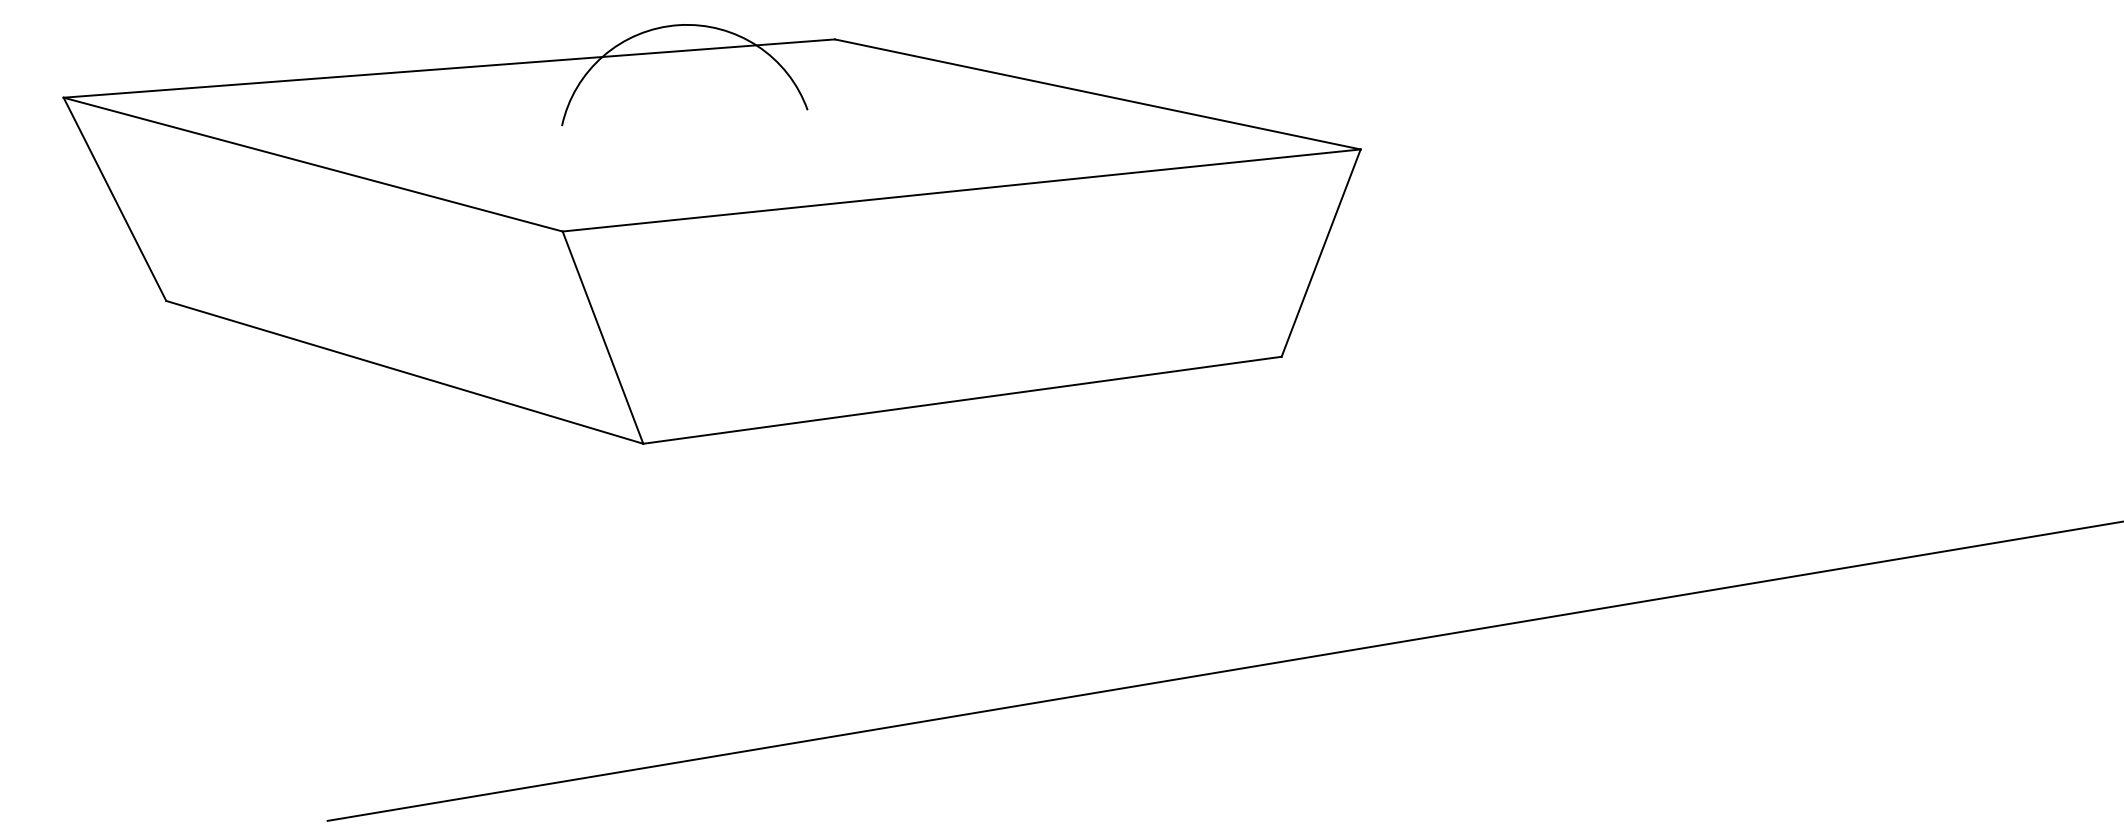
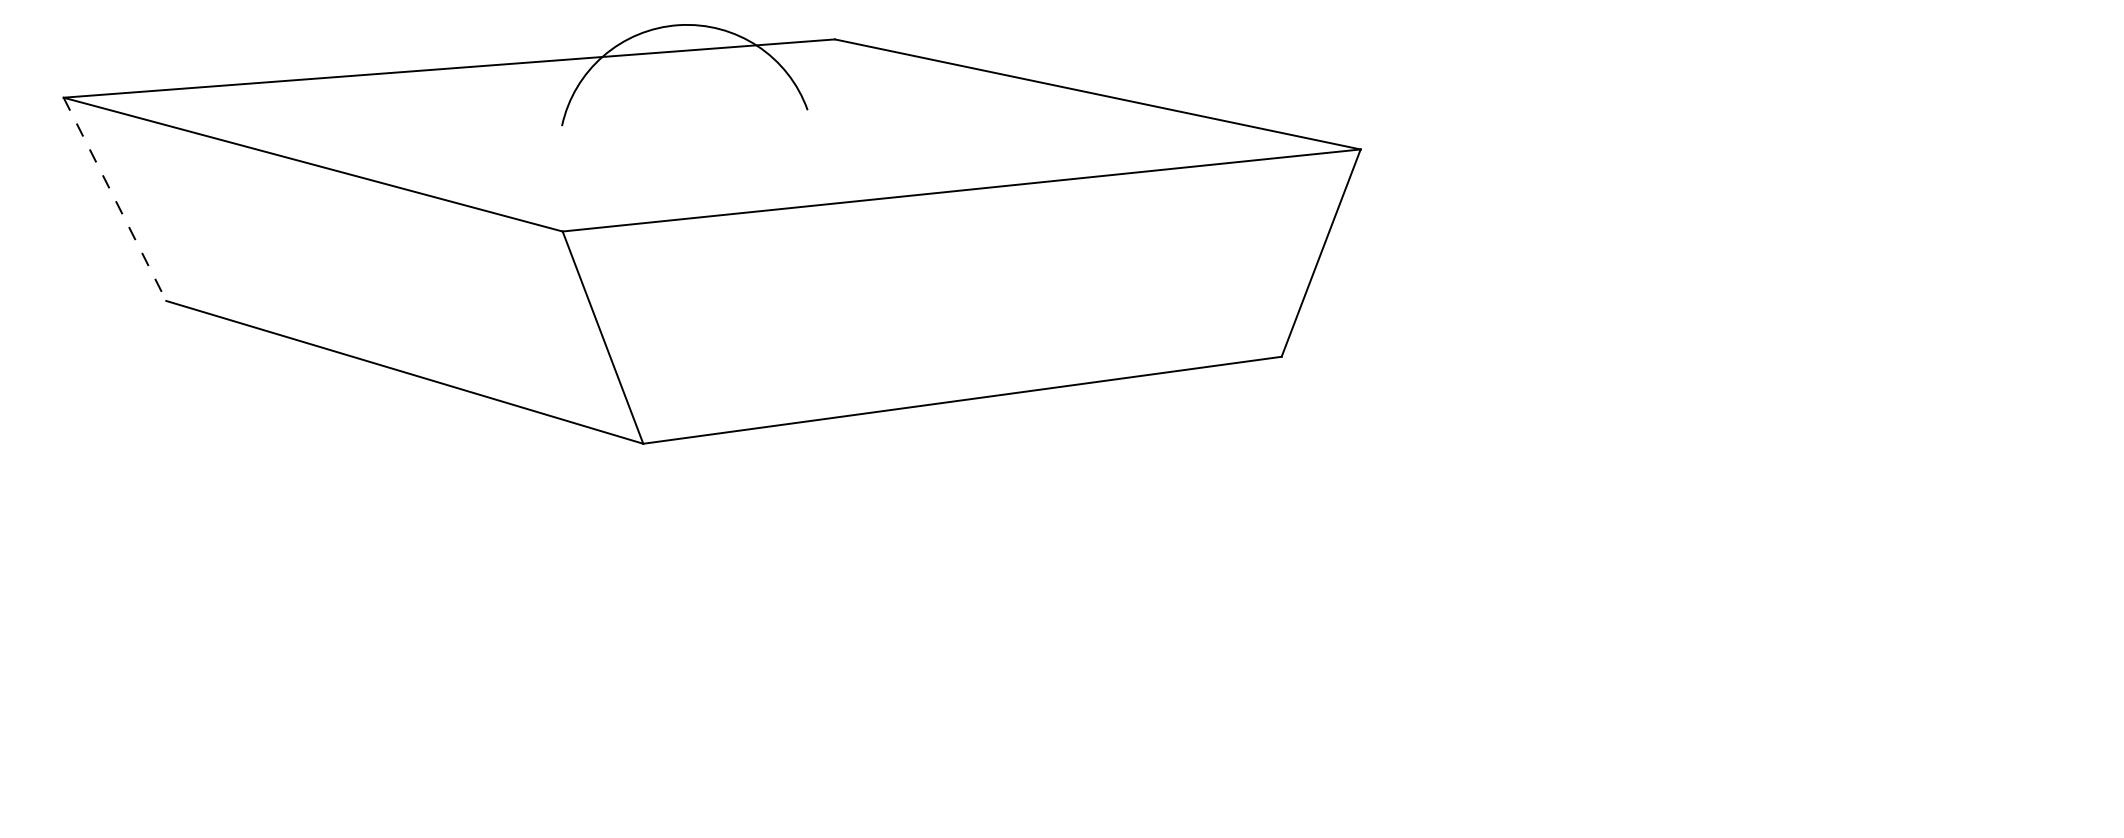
line at (114, 199): solid -> dashed
line at (1223, 671): present -> none
